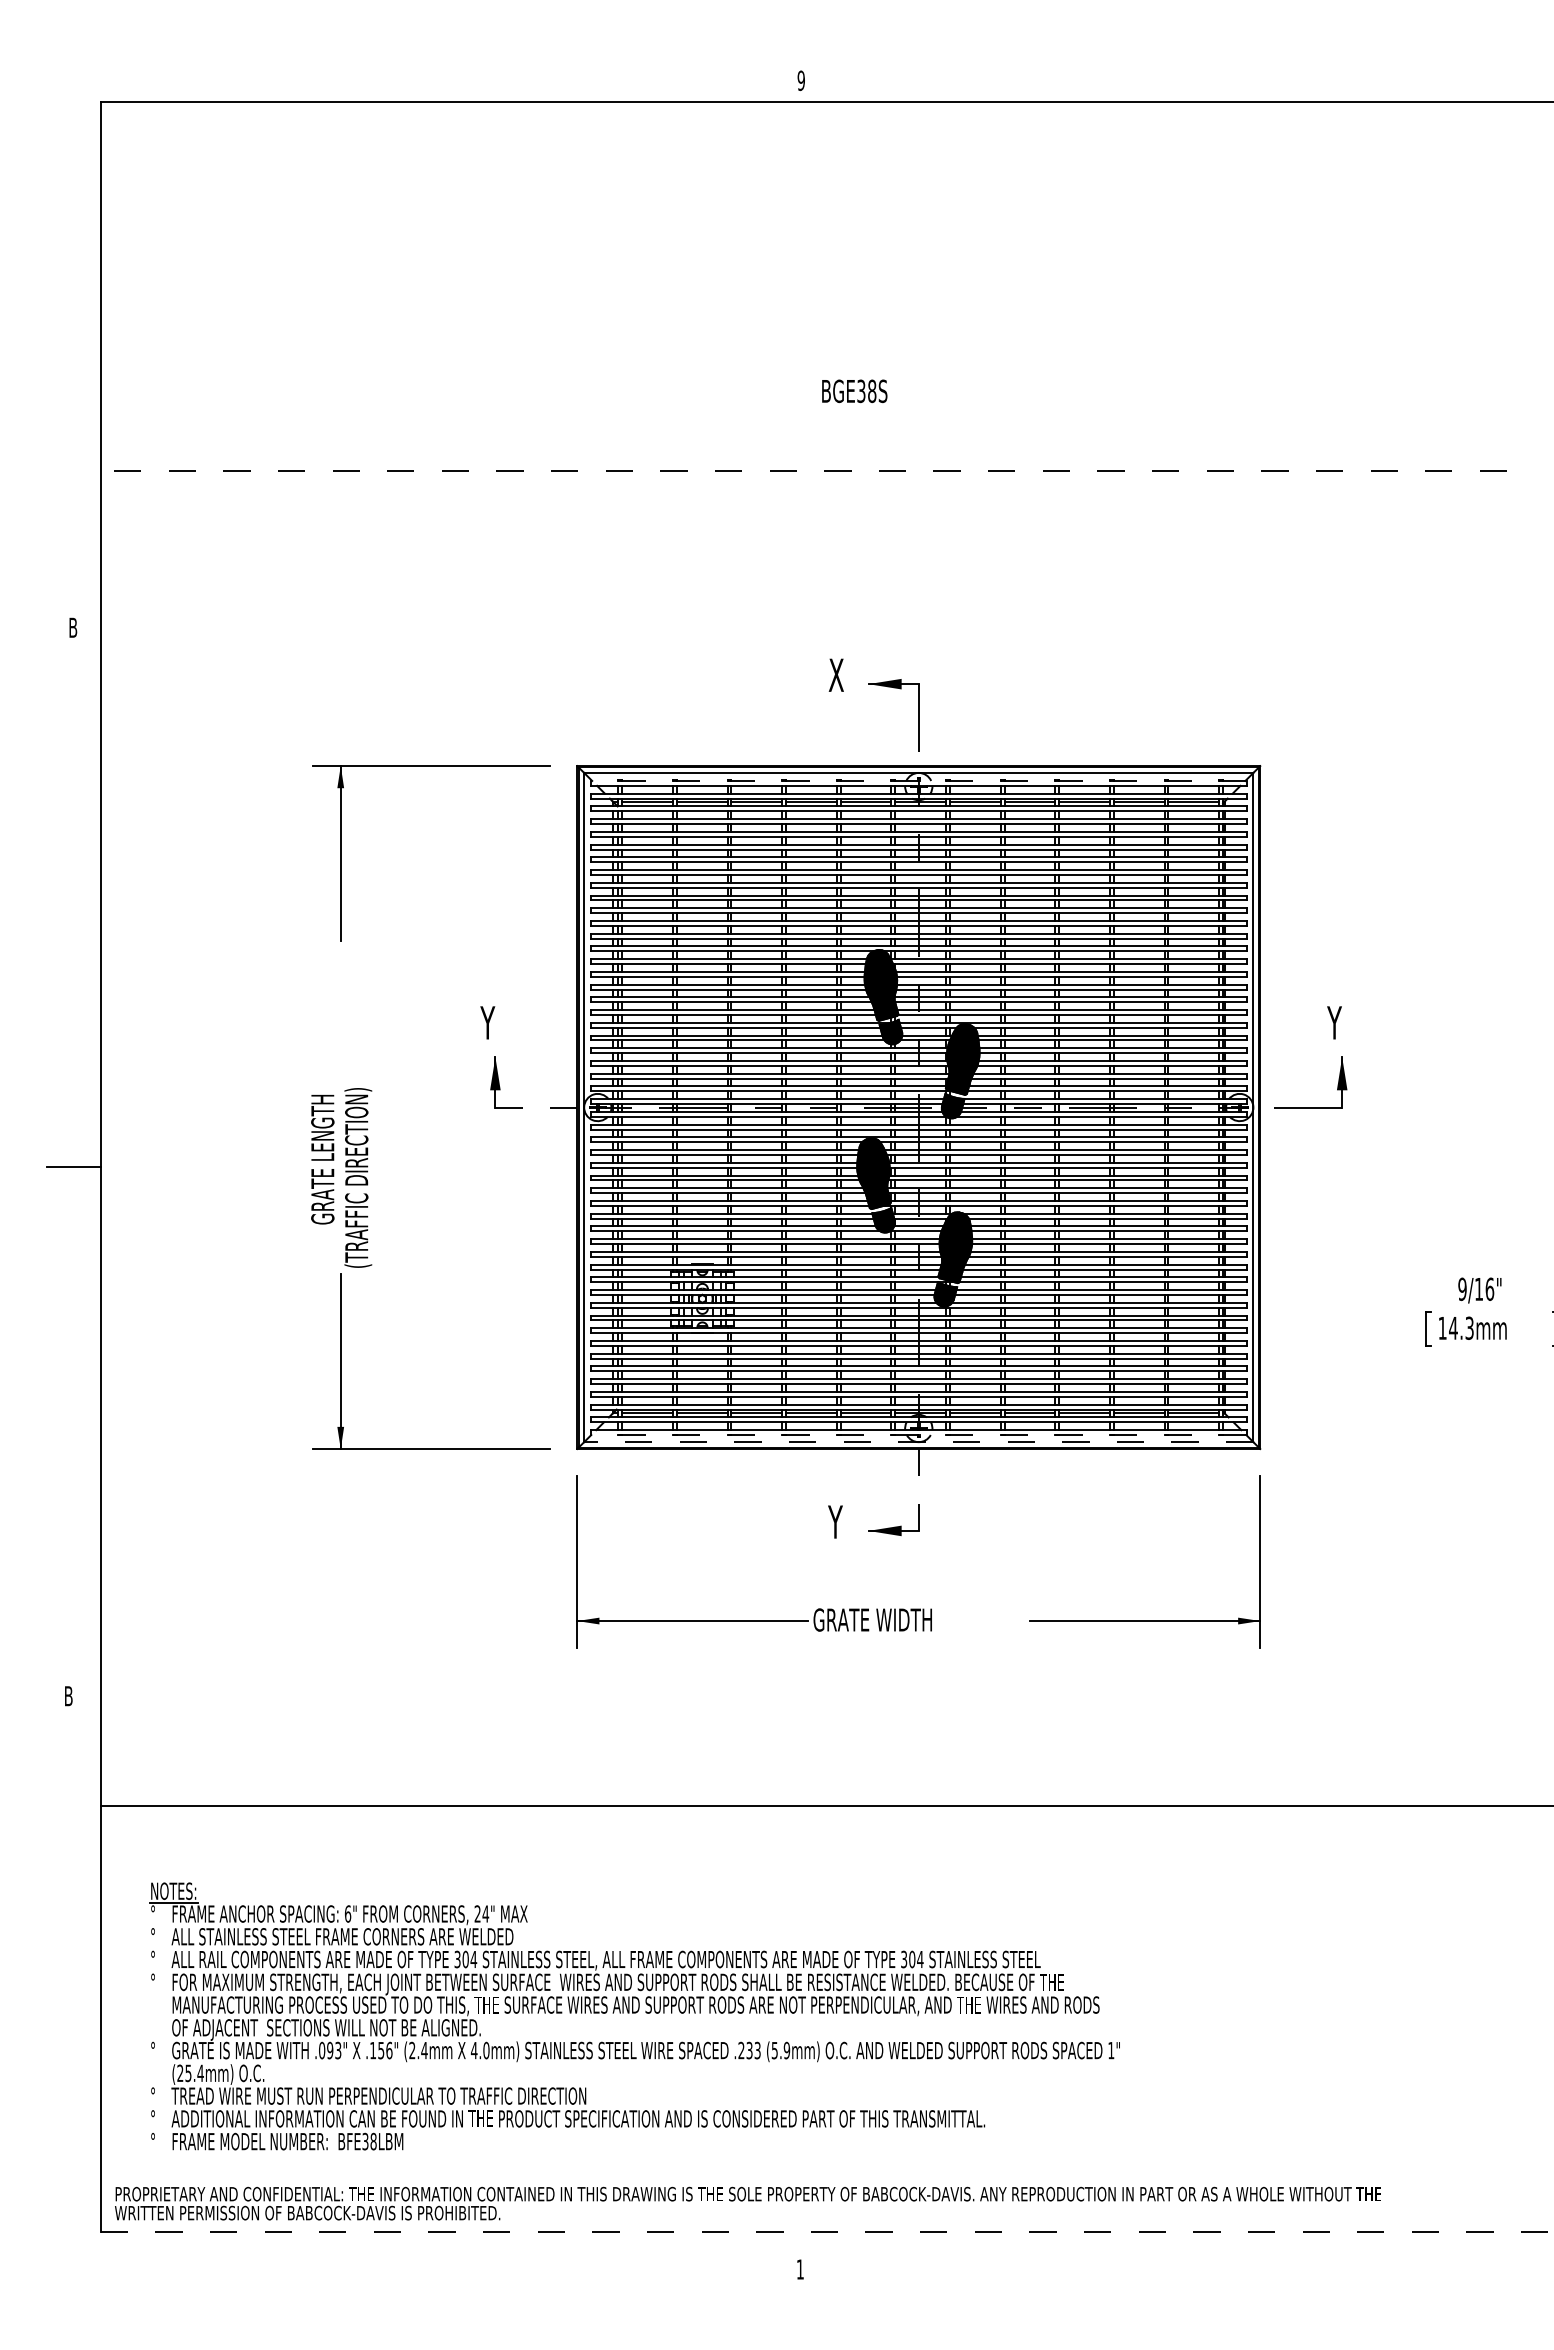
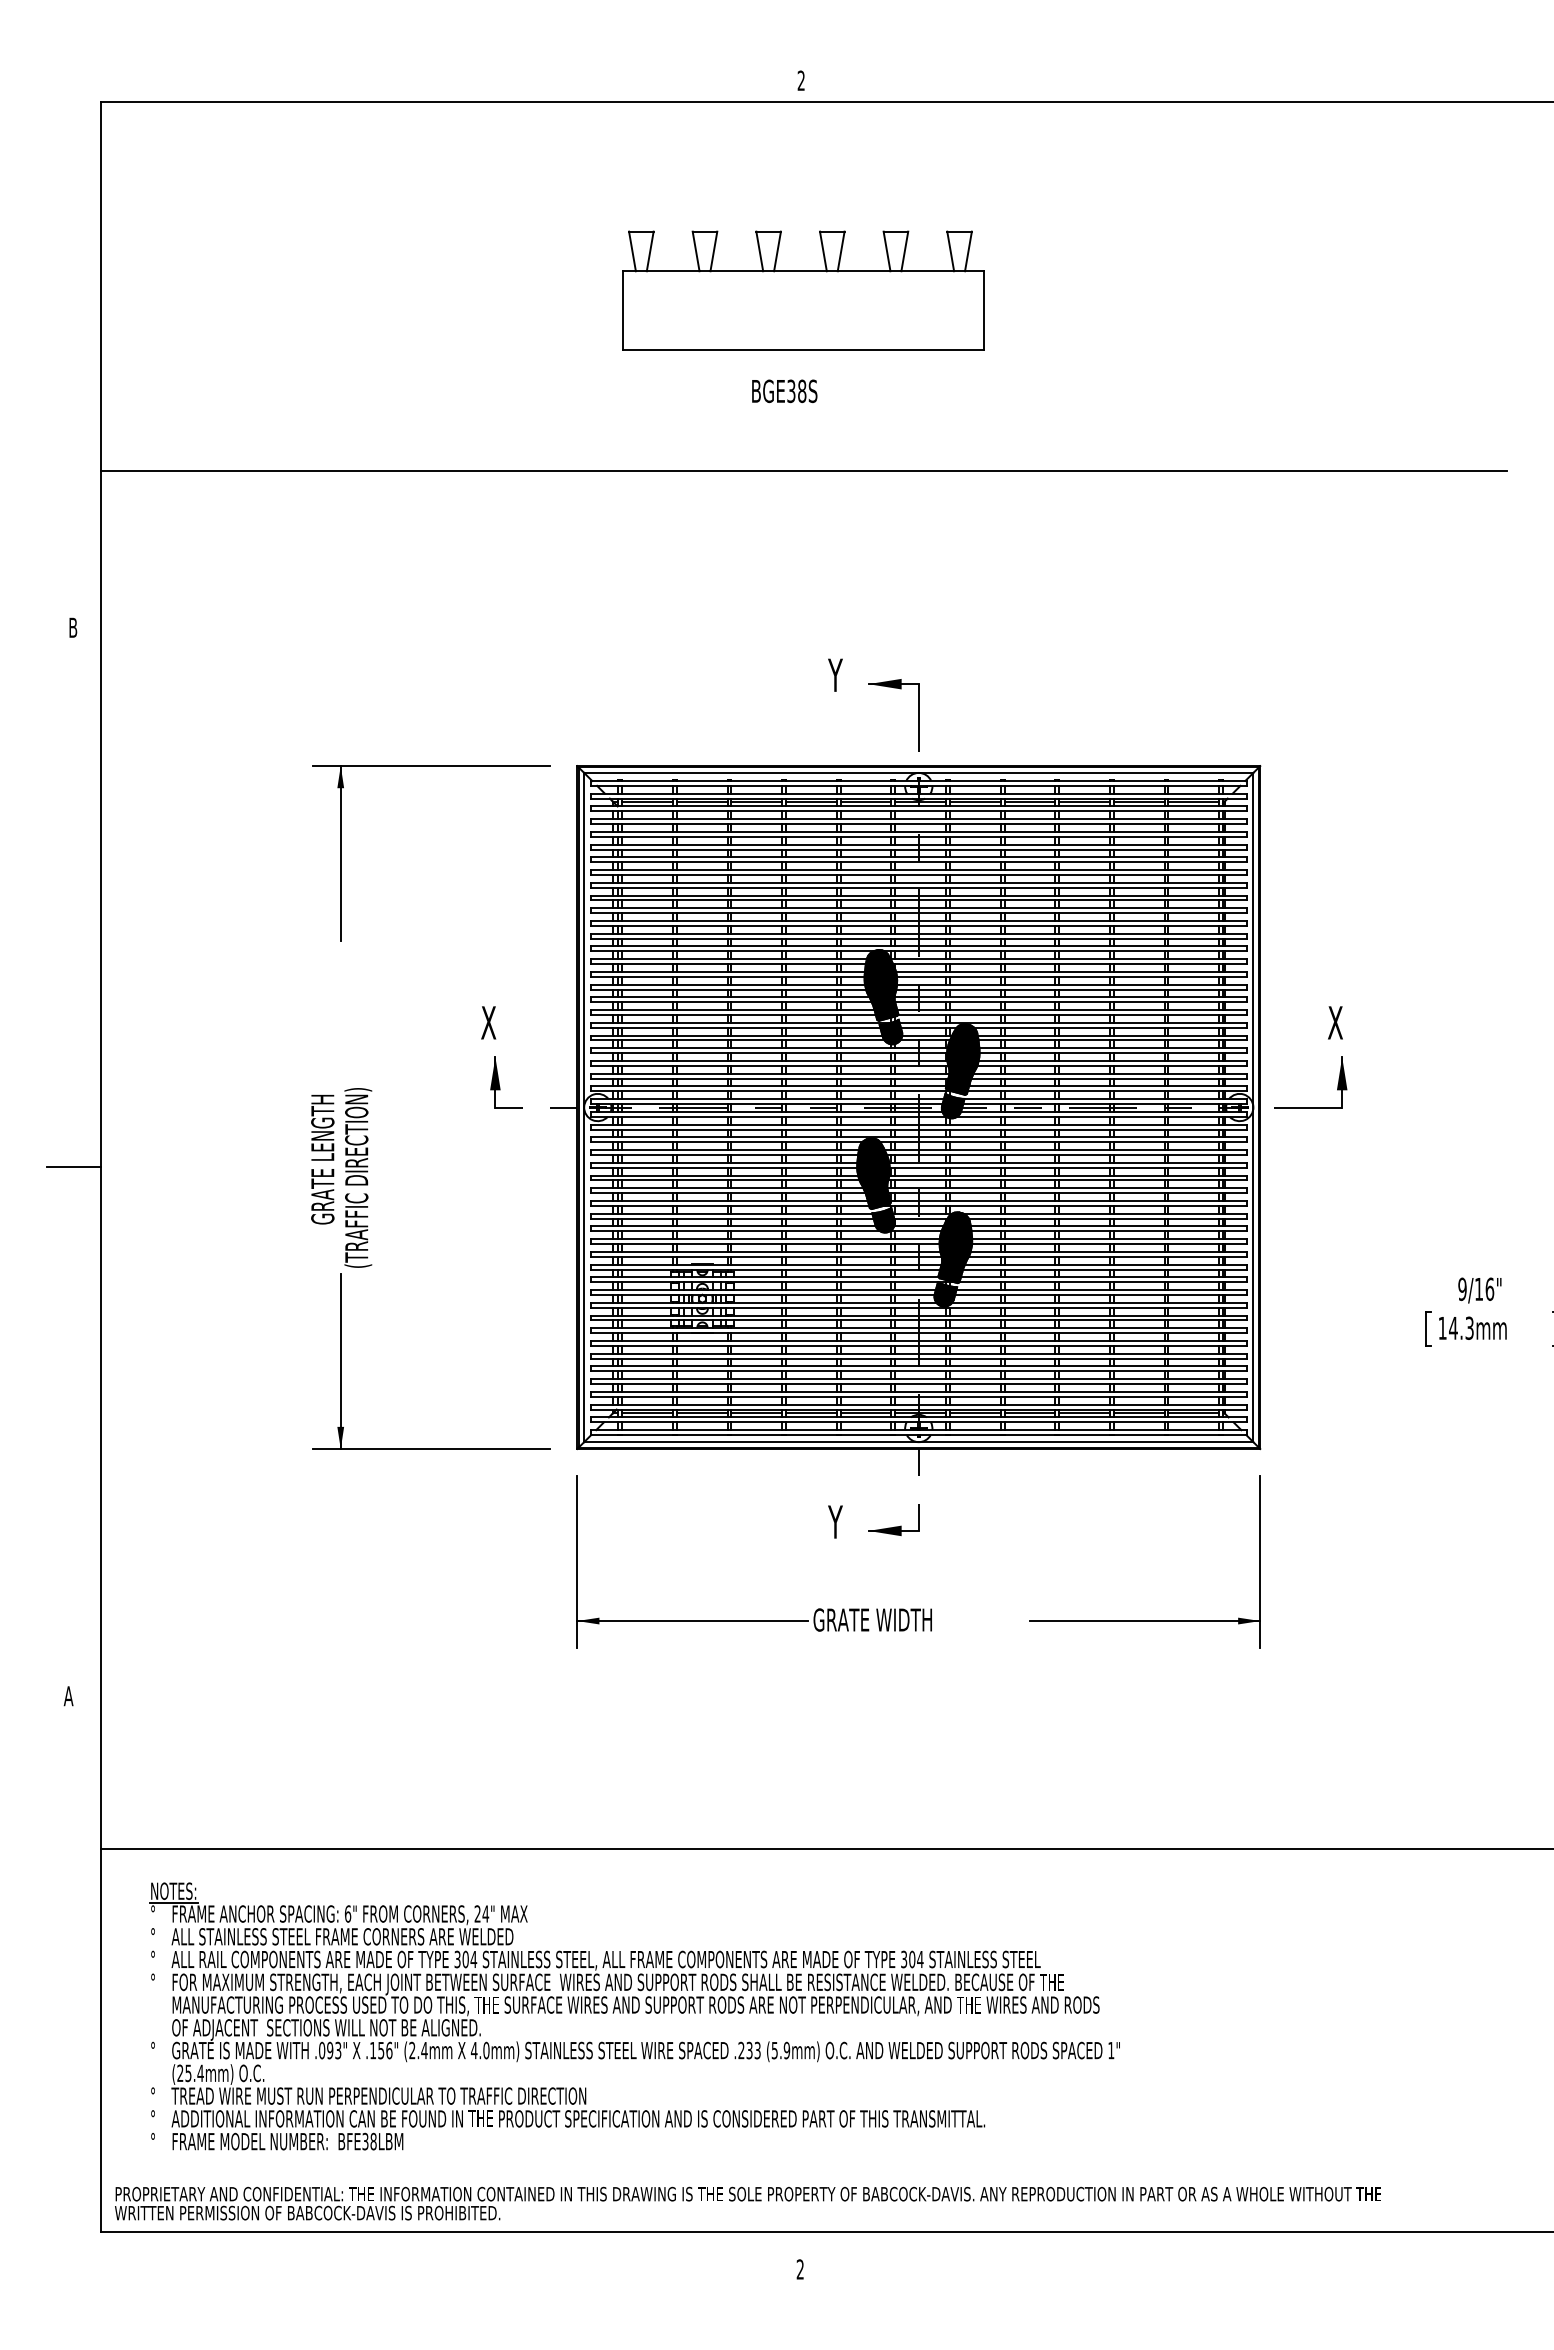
text at (800, 80): 9 -> 2
part at (803, 290): none -> present
text at (854, 391) position: (854, 391) -> (784, 391)
line at (803, 471): dashed -> solid
text at (835, 674): X -> Y
line at (918, 780): dashed -> solid
text at (488, 1022): Y -> X
text at (1334, 1022): Y -> X
line at (918, 1435): dashed -> solid
line at (918, 1442): dashed -> solid
text at (68, 1696): B -> A
line at (825, 1805) position: (825, 1805) -> (825, 1848)
line at (826, 2232): dashed -> solid
text at (799, 2269): 1 -> 2
